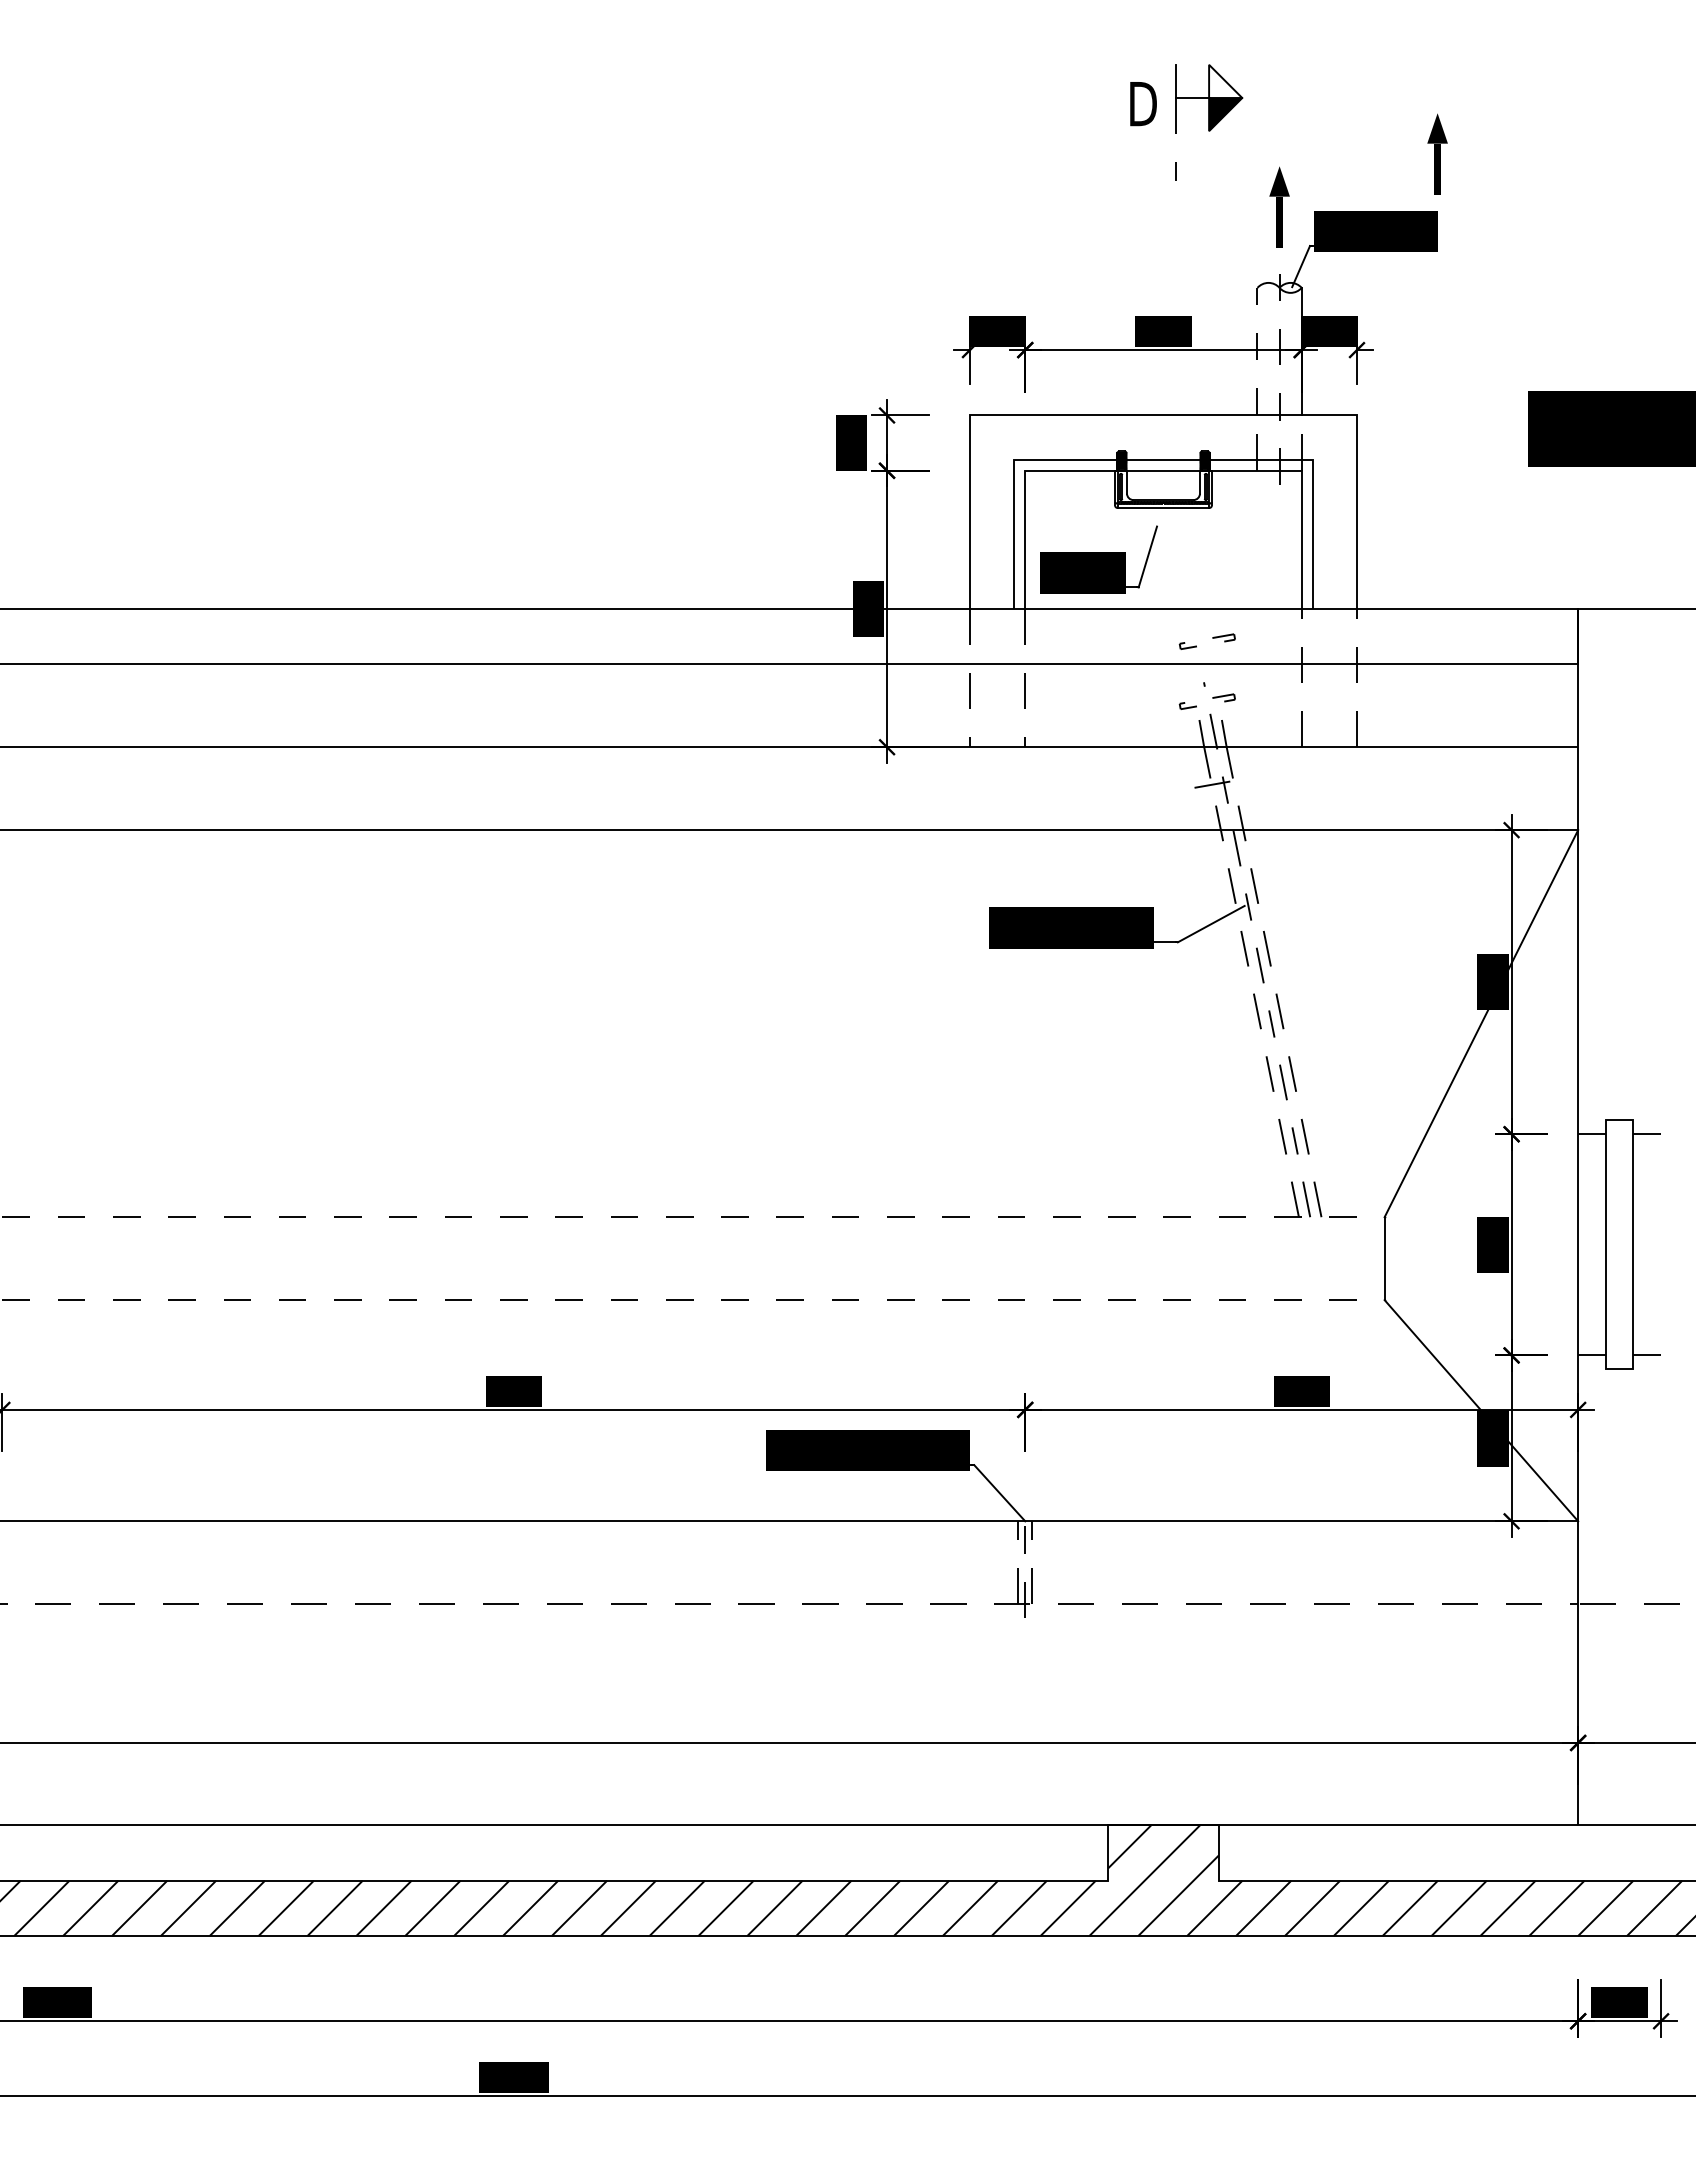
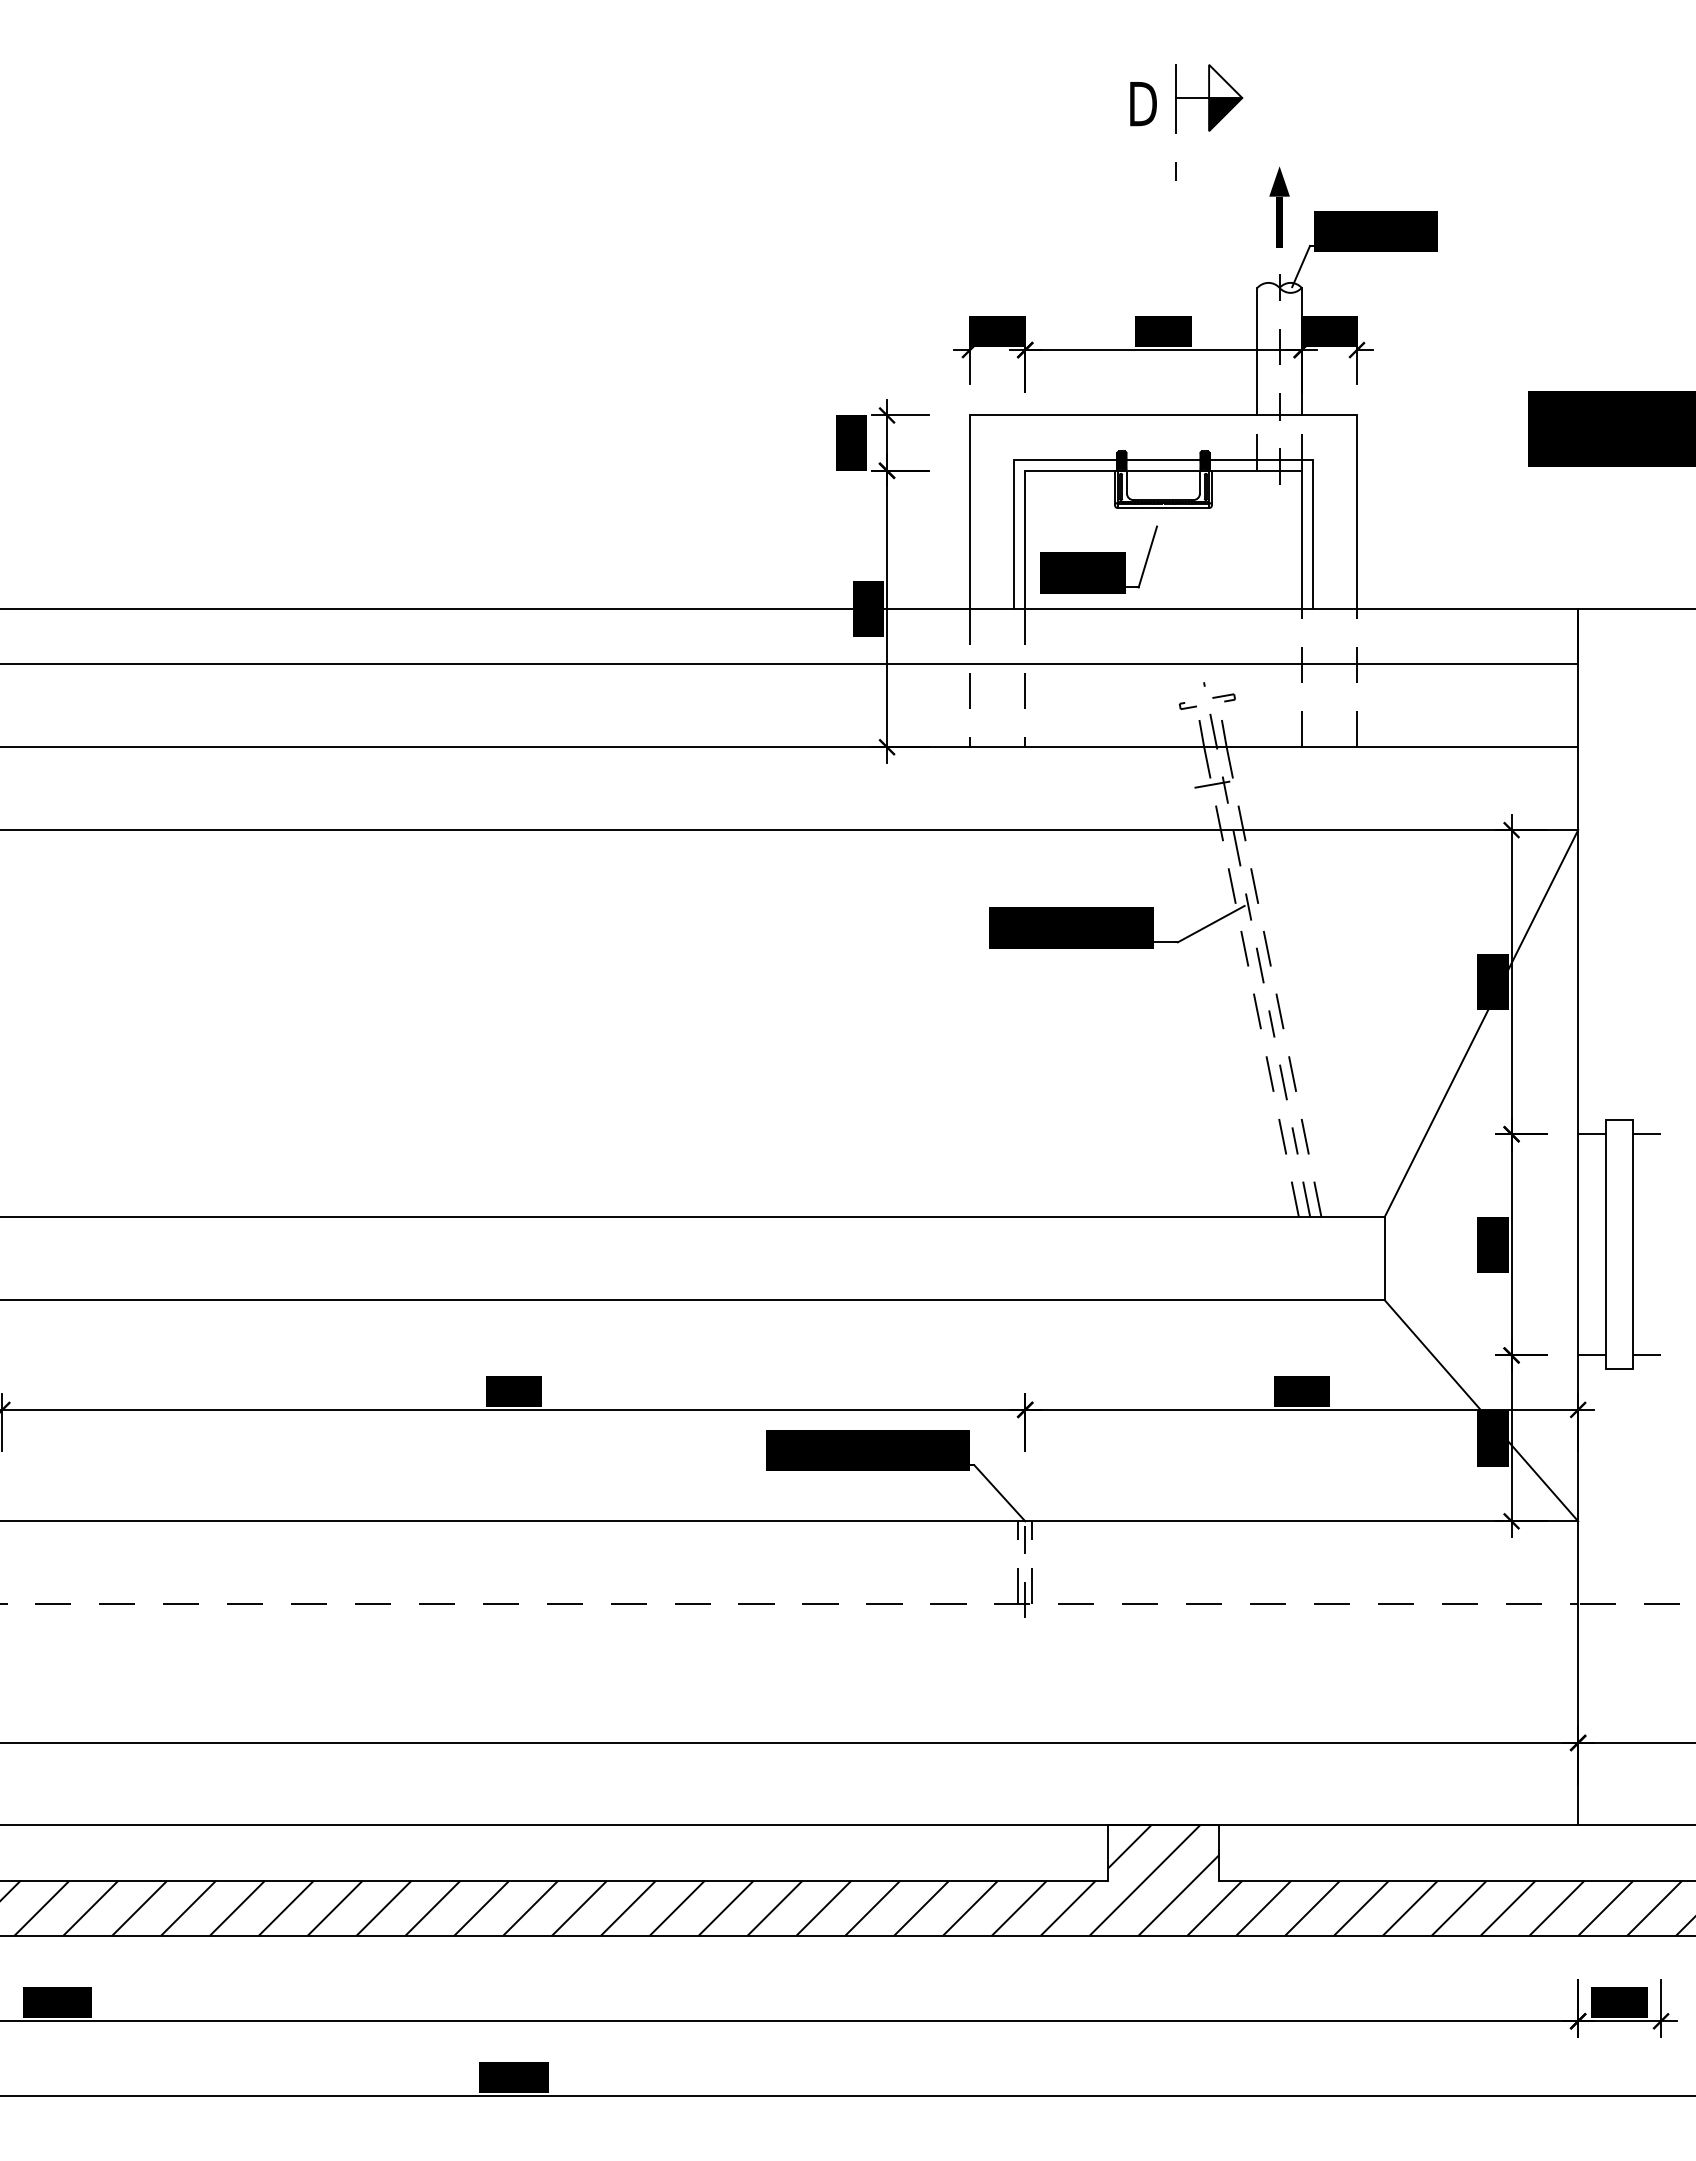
part at (1437, 153): present -> none
line at (1257, 351): dashed -> solid
part at (1212, 638): present -> none
line at (692, 1217): dashed -> solid
line at (692, 1300): dashed -> solid
